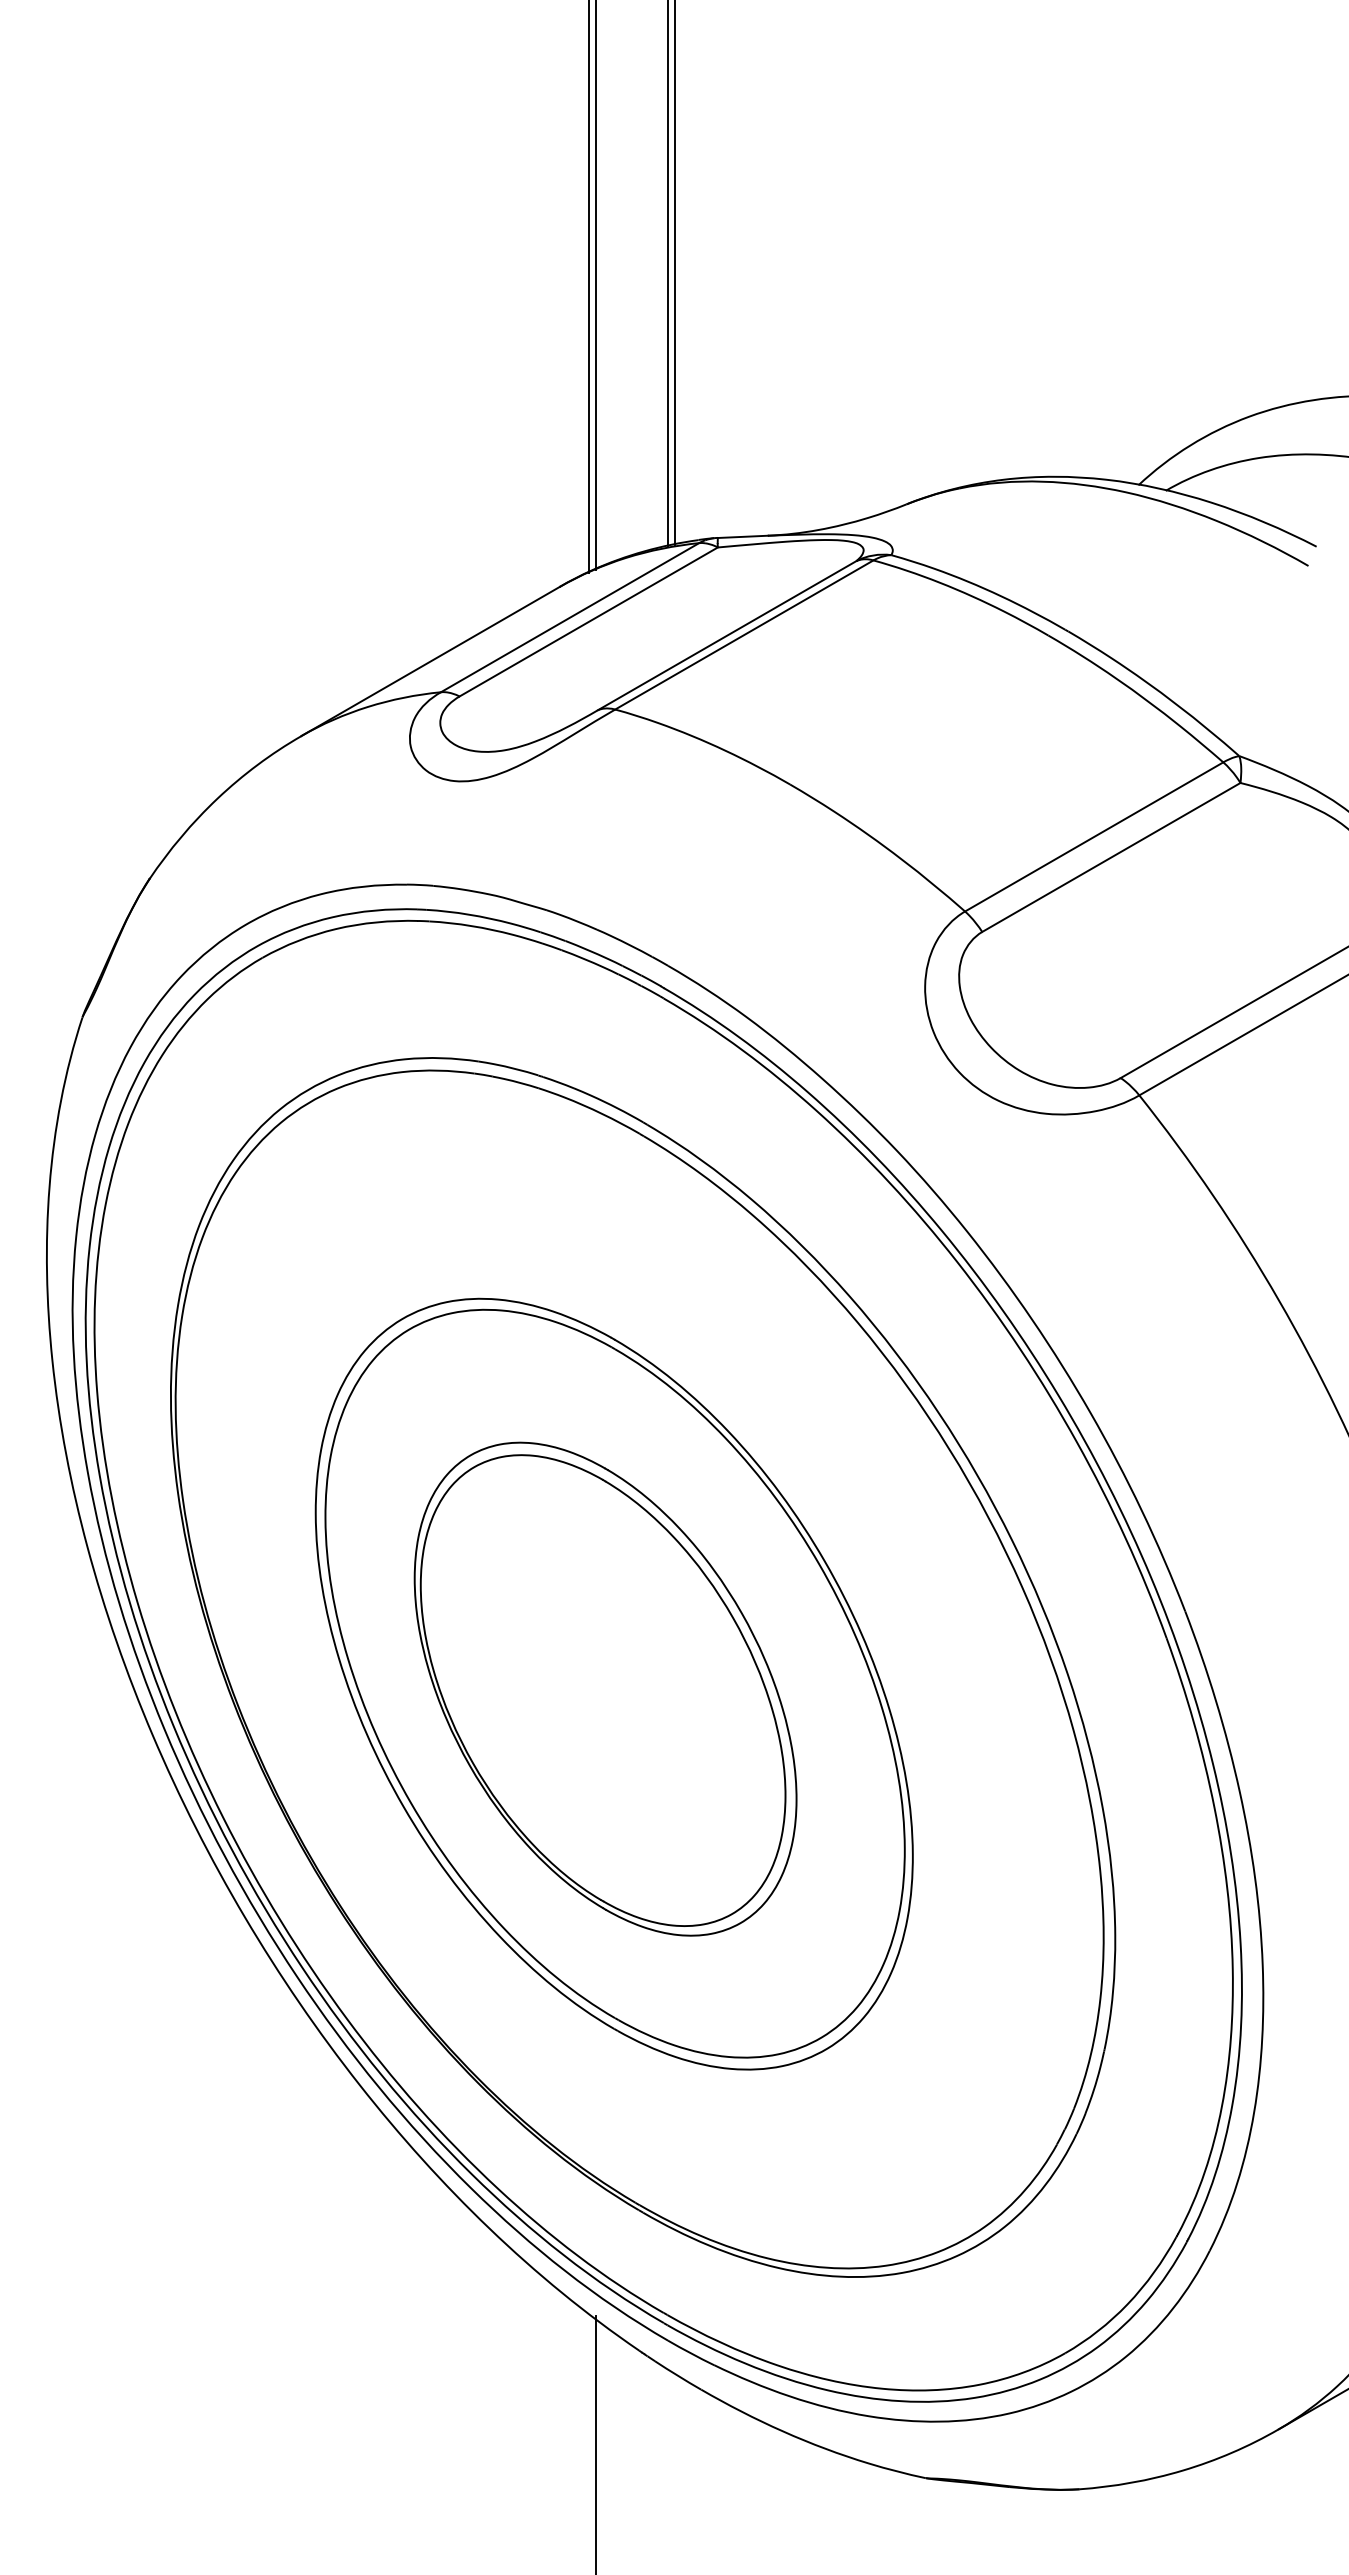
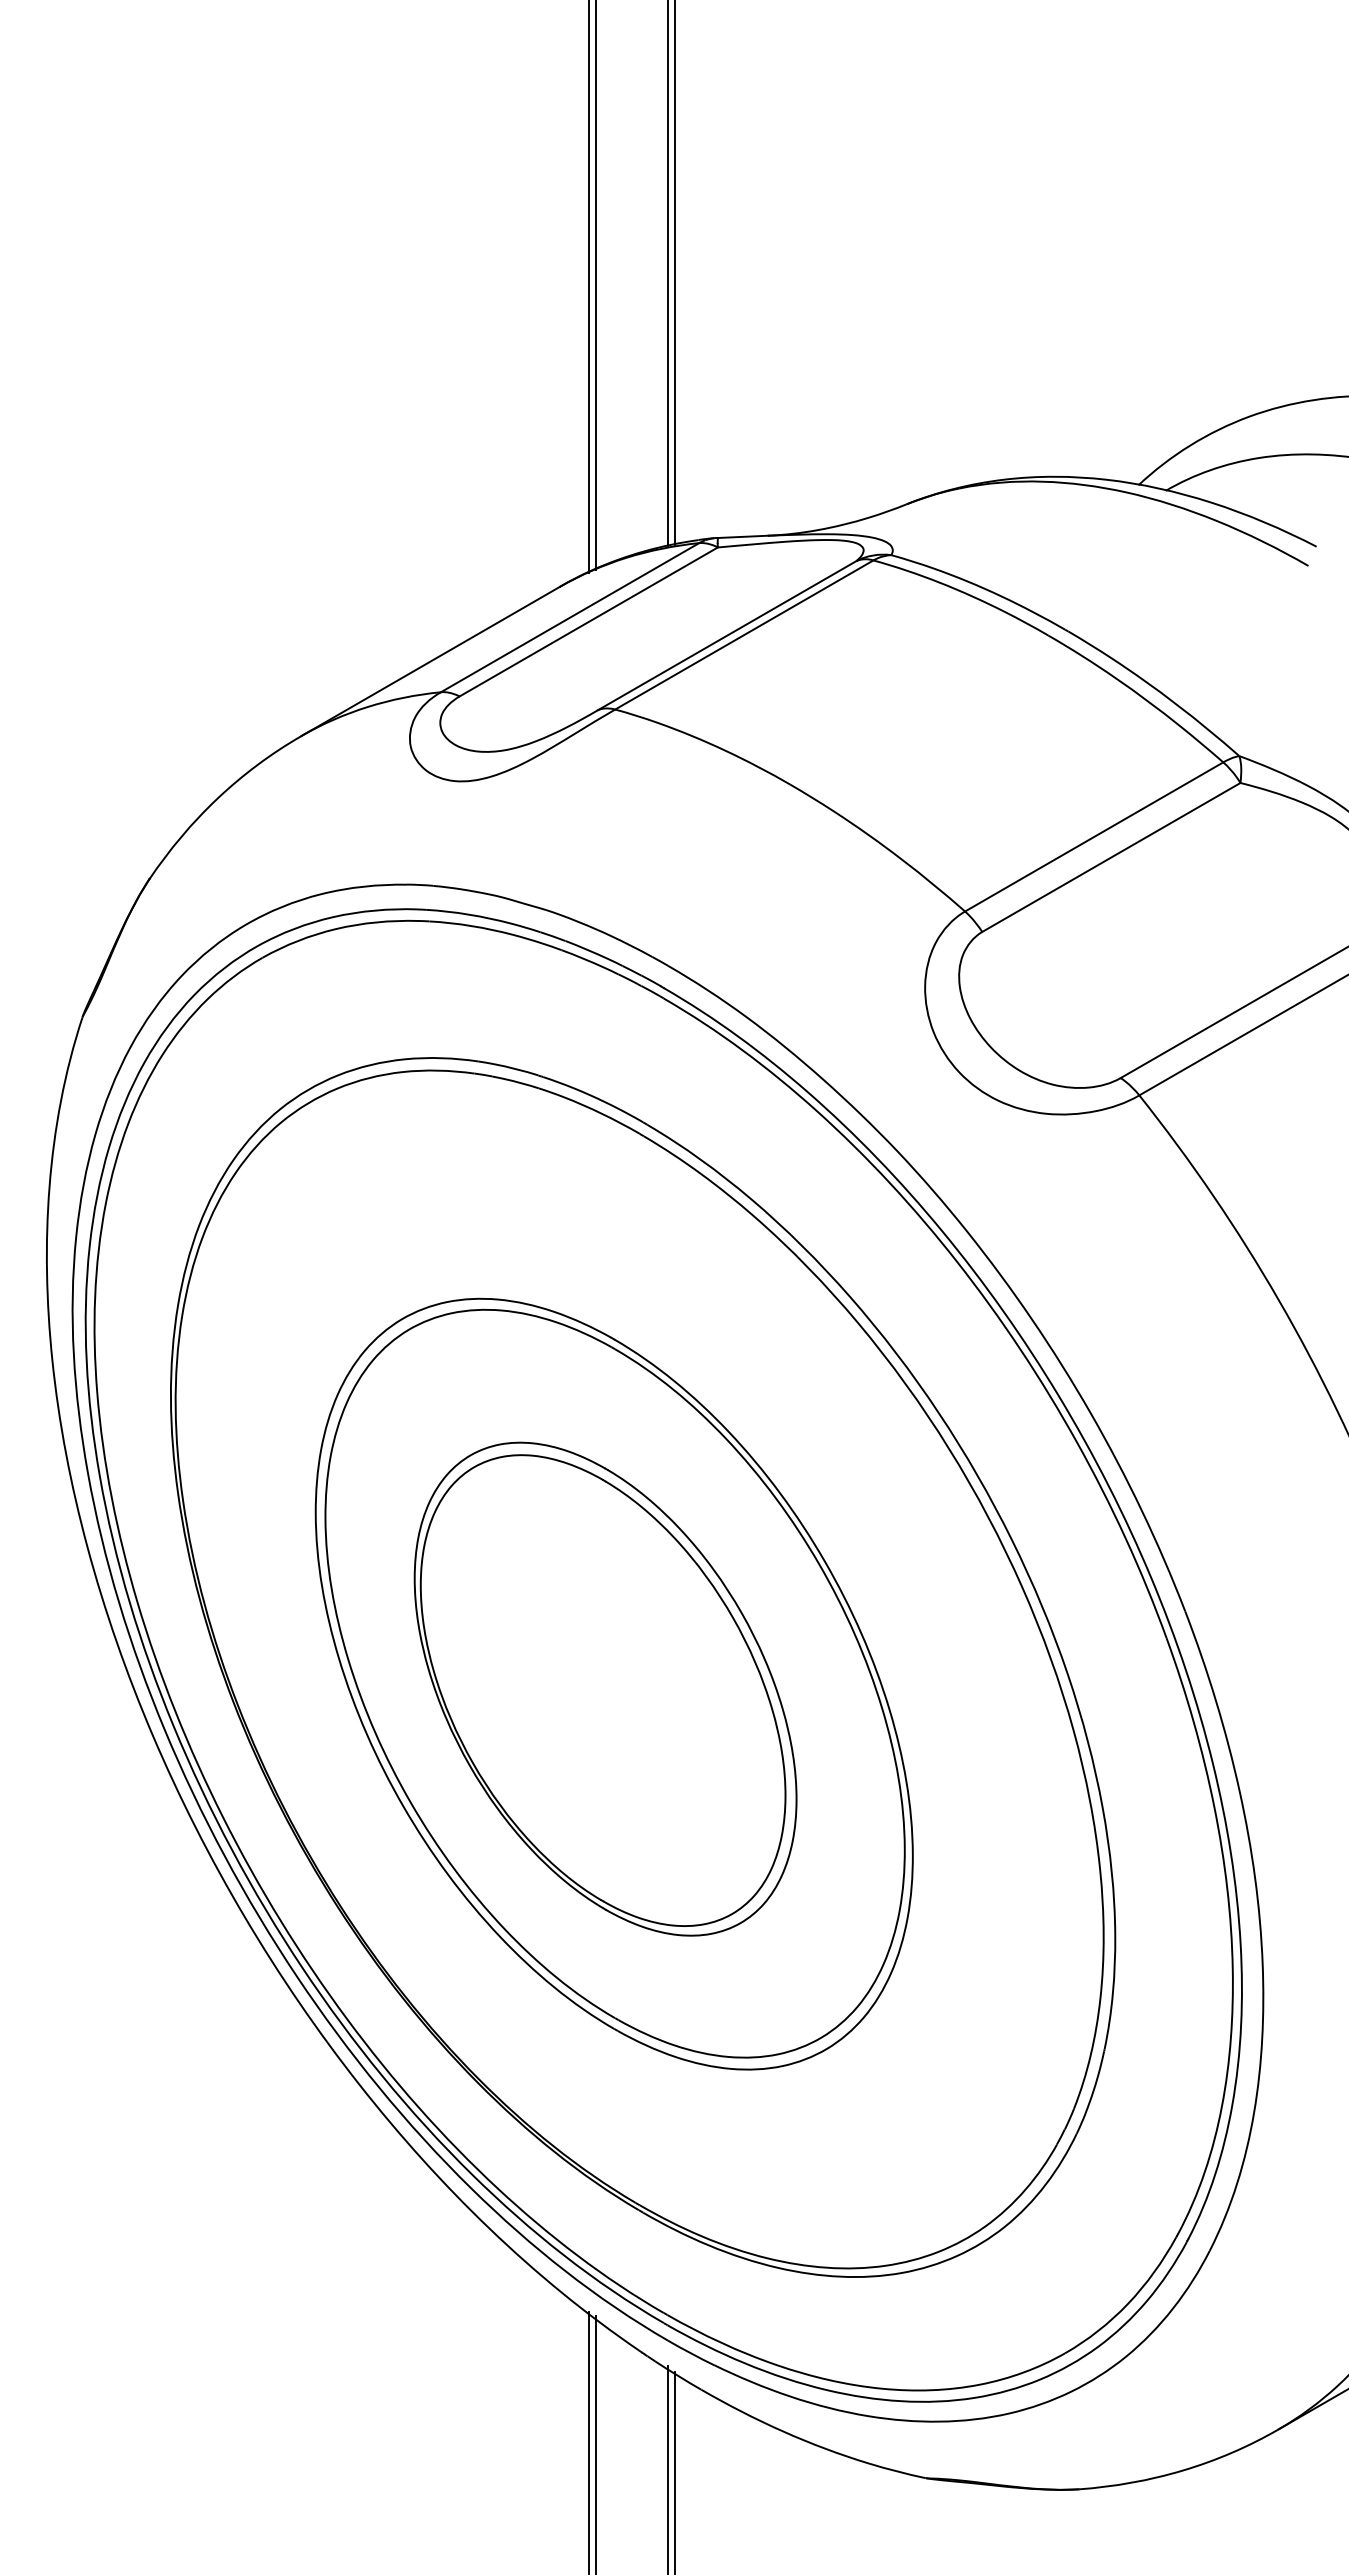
line at (589, 2441): none -> present
line at (667, 2468): none -> present
line at (675, 2471): none -> present
